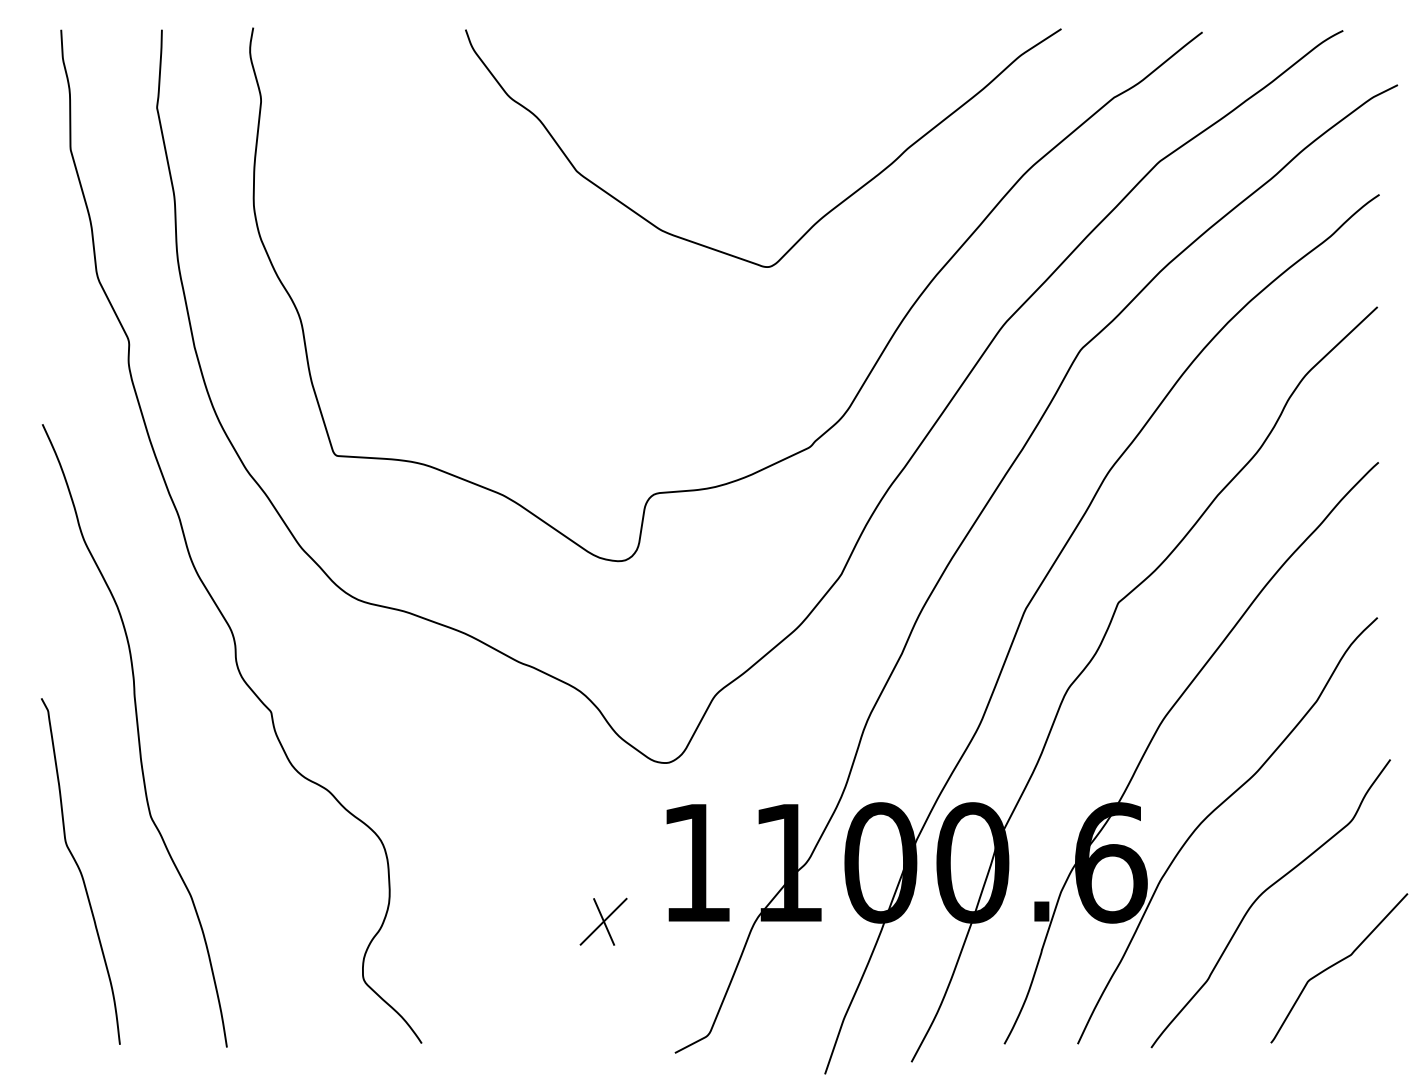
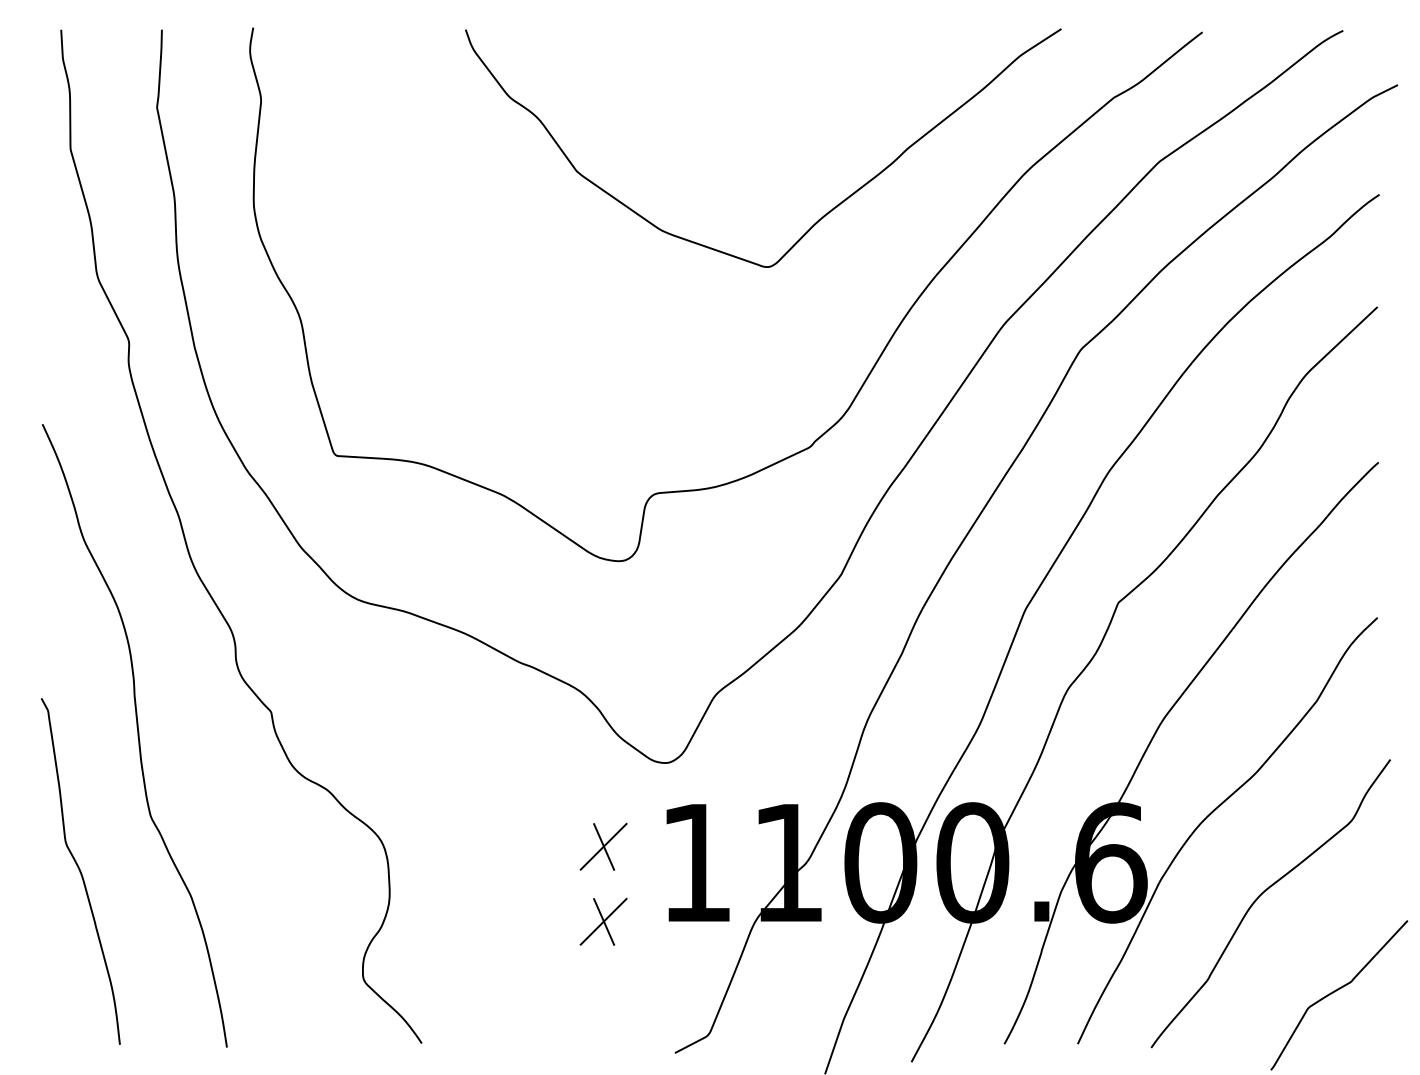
part at (603, 846): none -> present
curve at (1336, 964) position: (1336, 964) -> (1336, 991)
